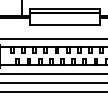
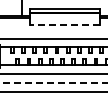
line at (65, 24): solid -> dashed
line at (53, 82): solid -> dashed
